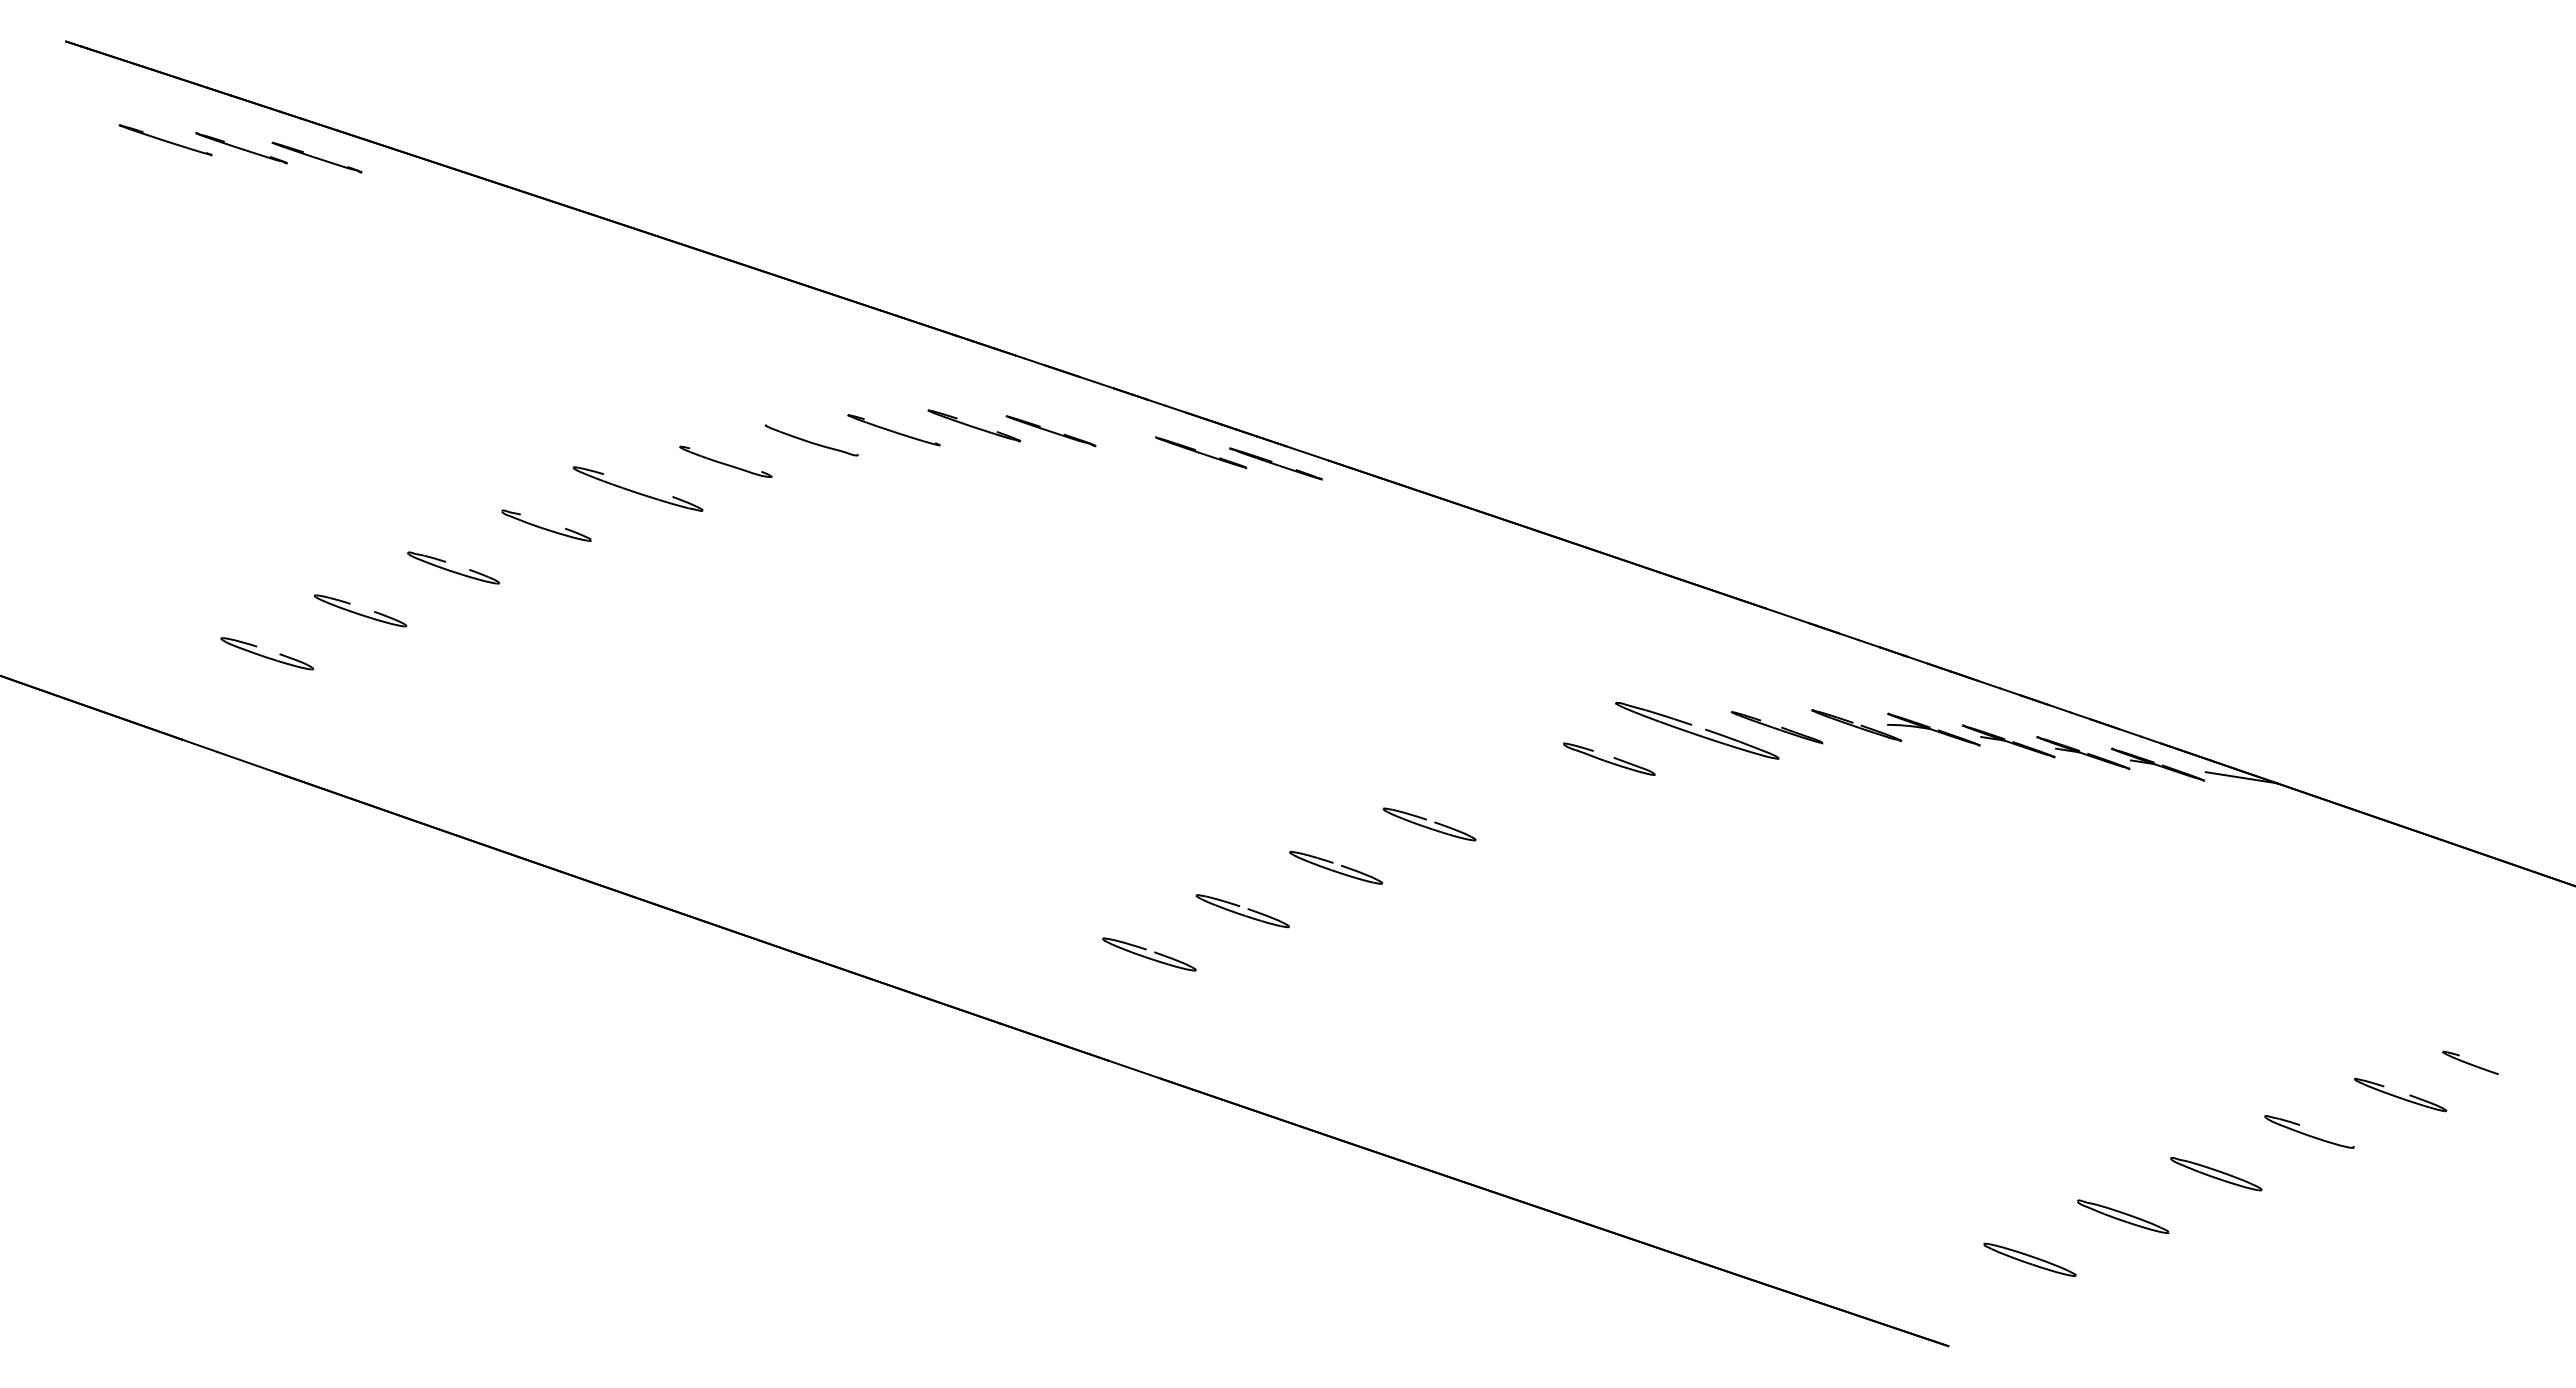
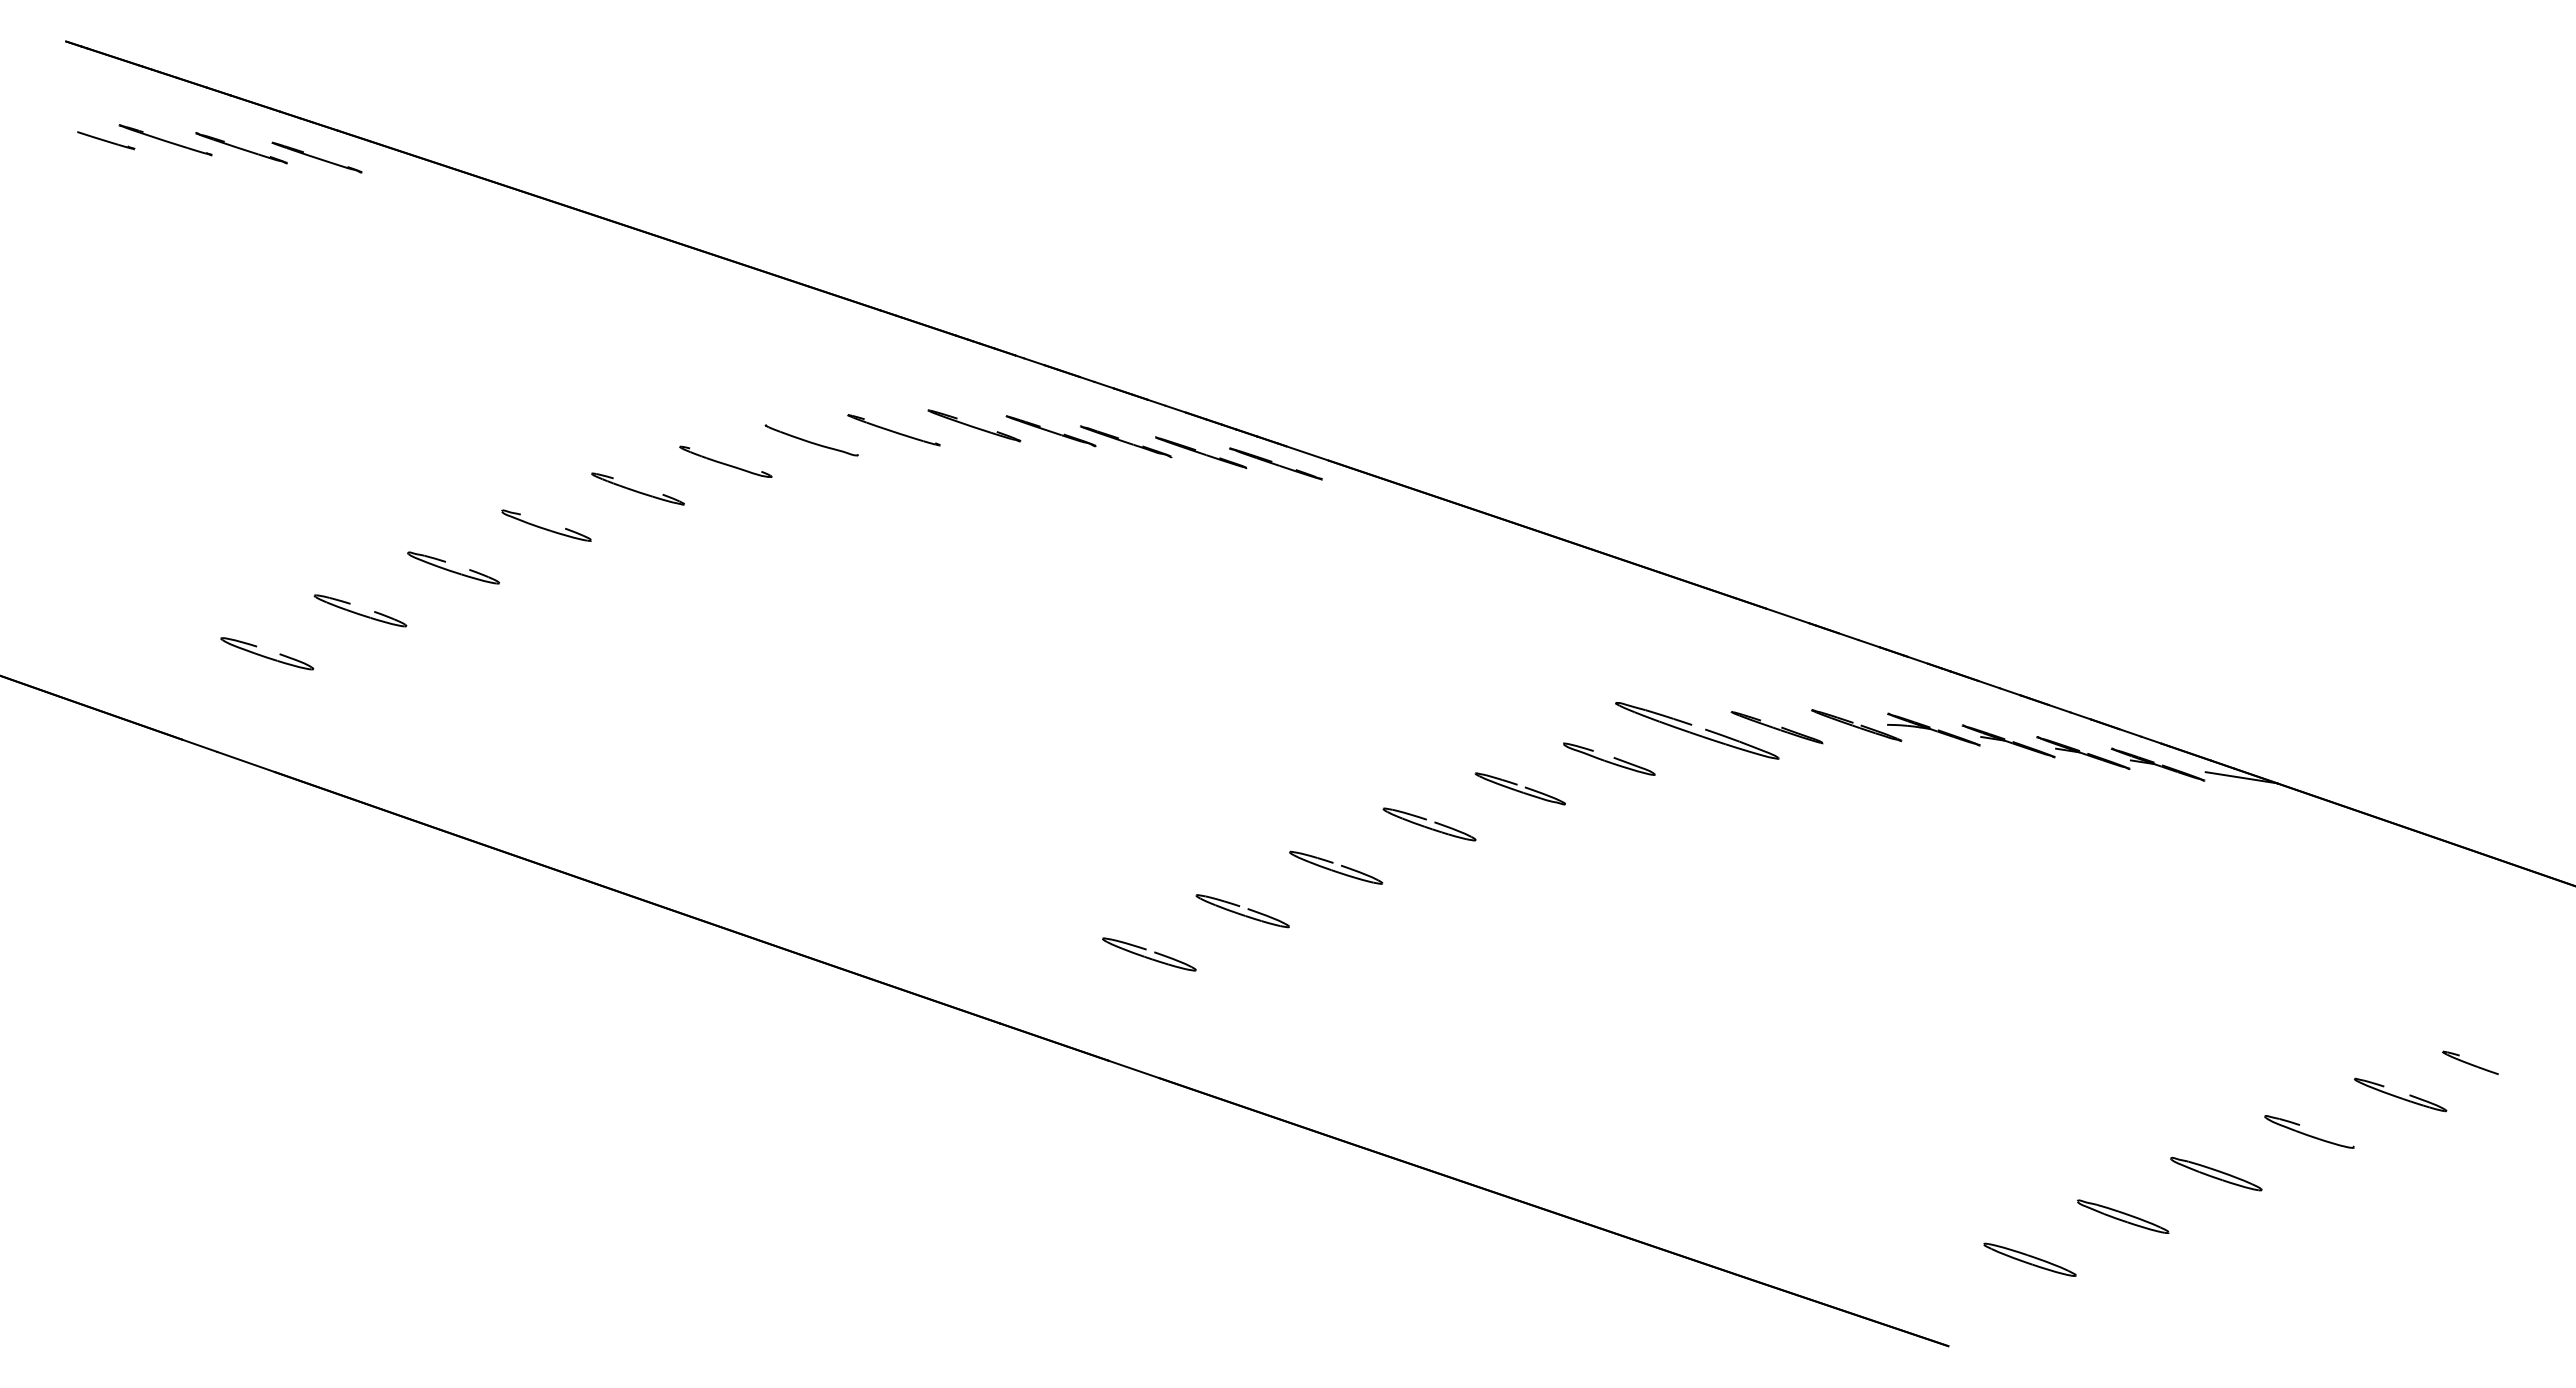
part at (106, 140): none -> present
line at (1125, 441): none -> present
part at (637, 488) size: 132x46 px -> 94x34 px
part at (1519, 788): none -> present
